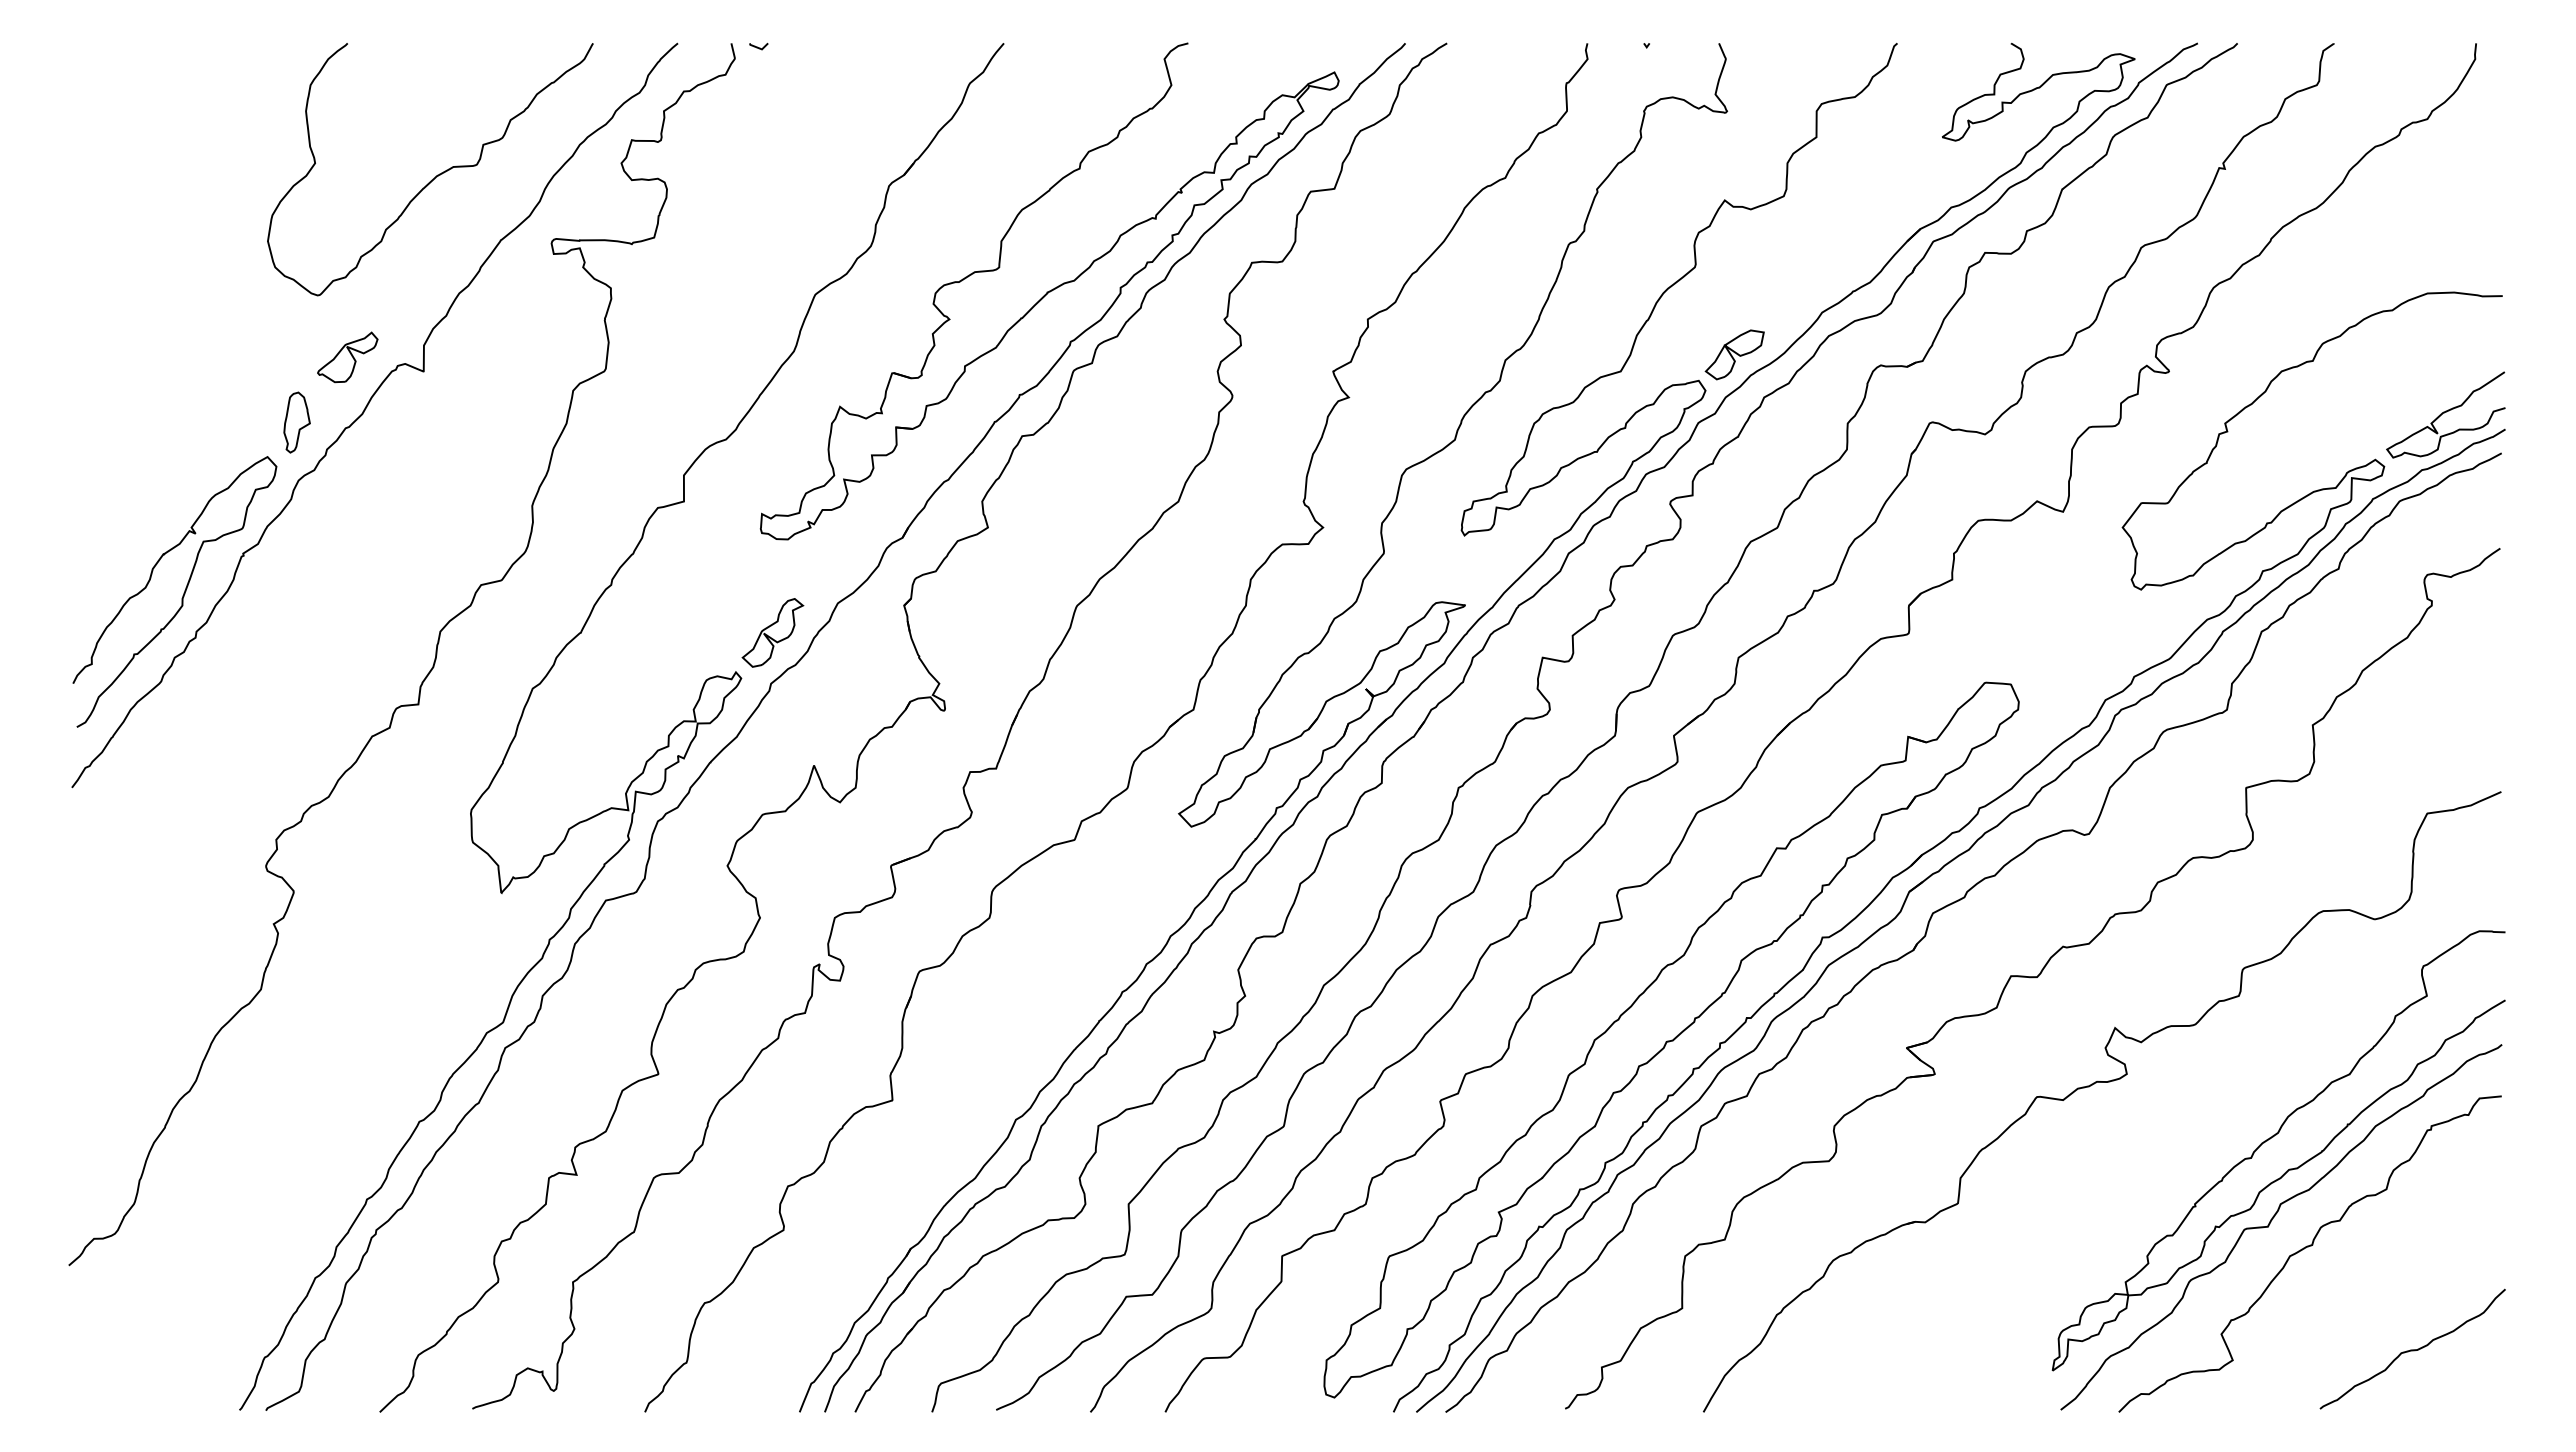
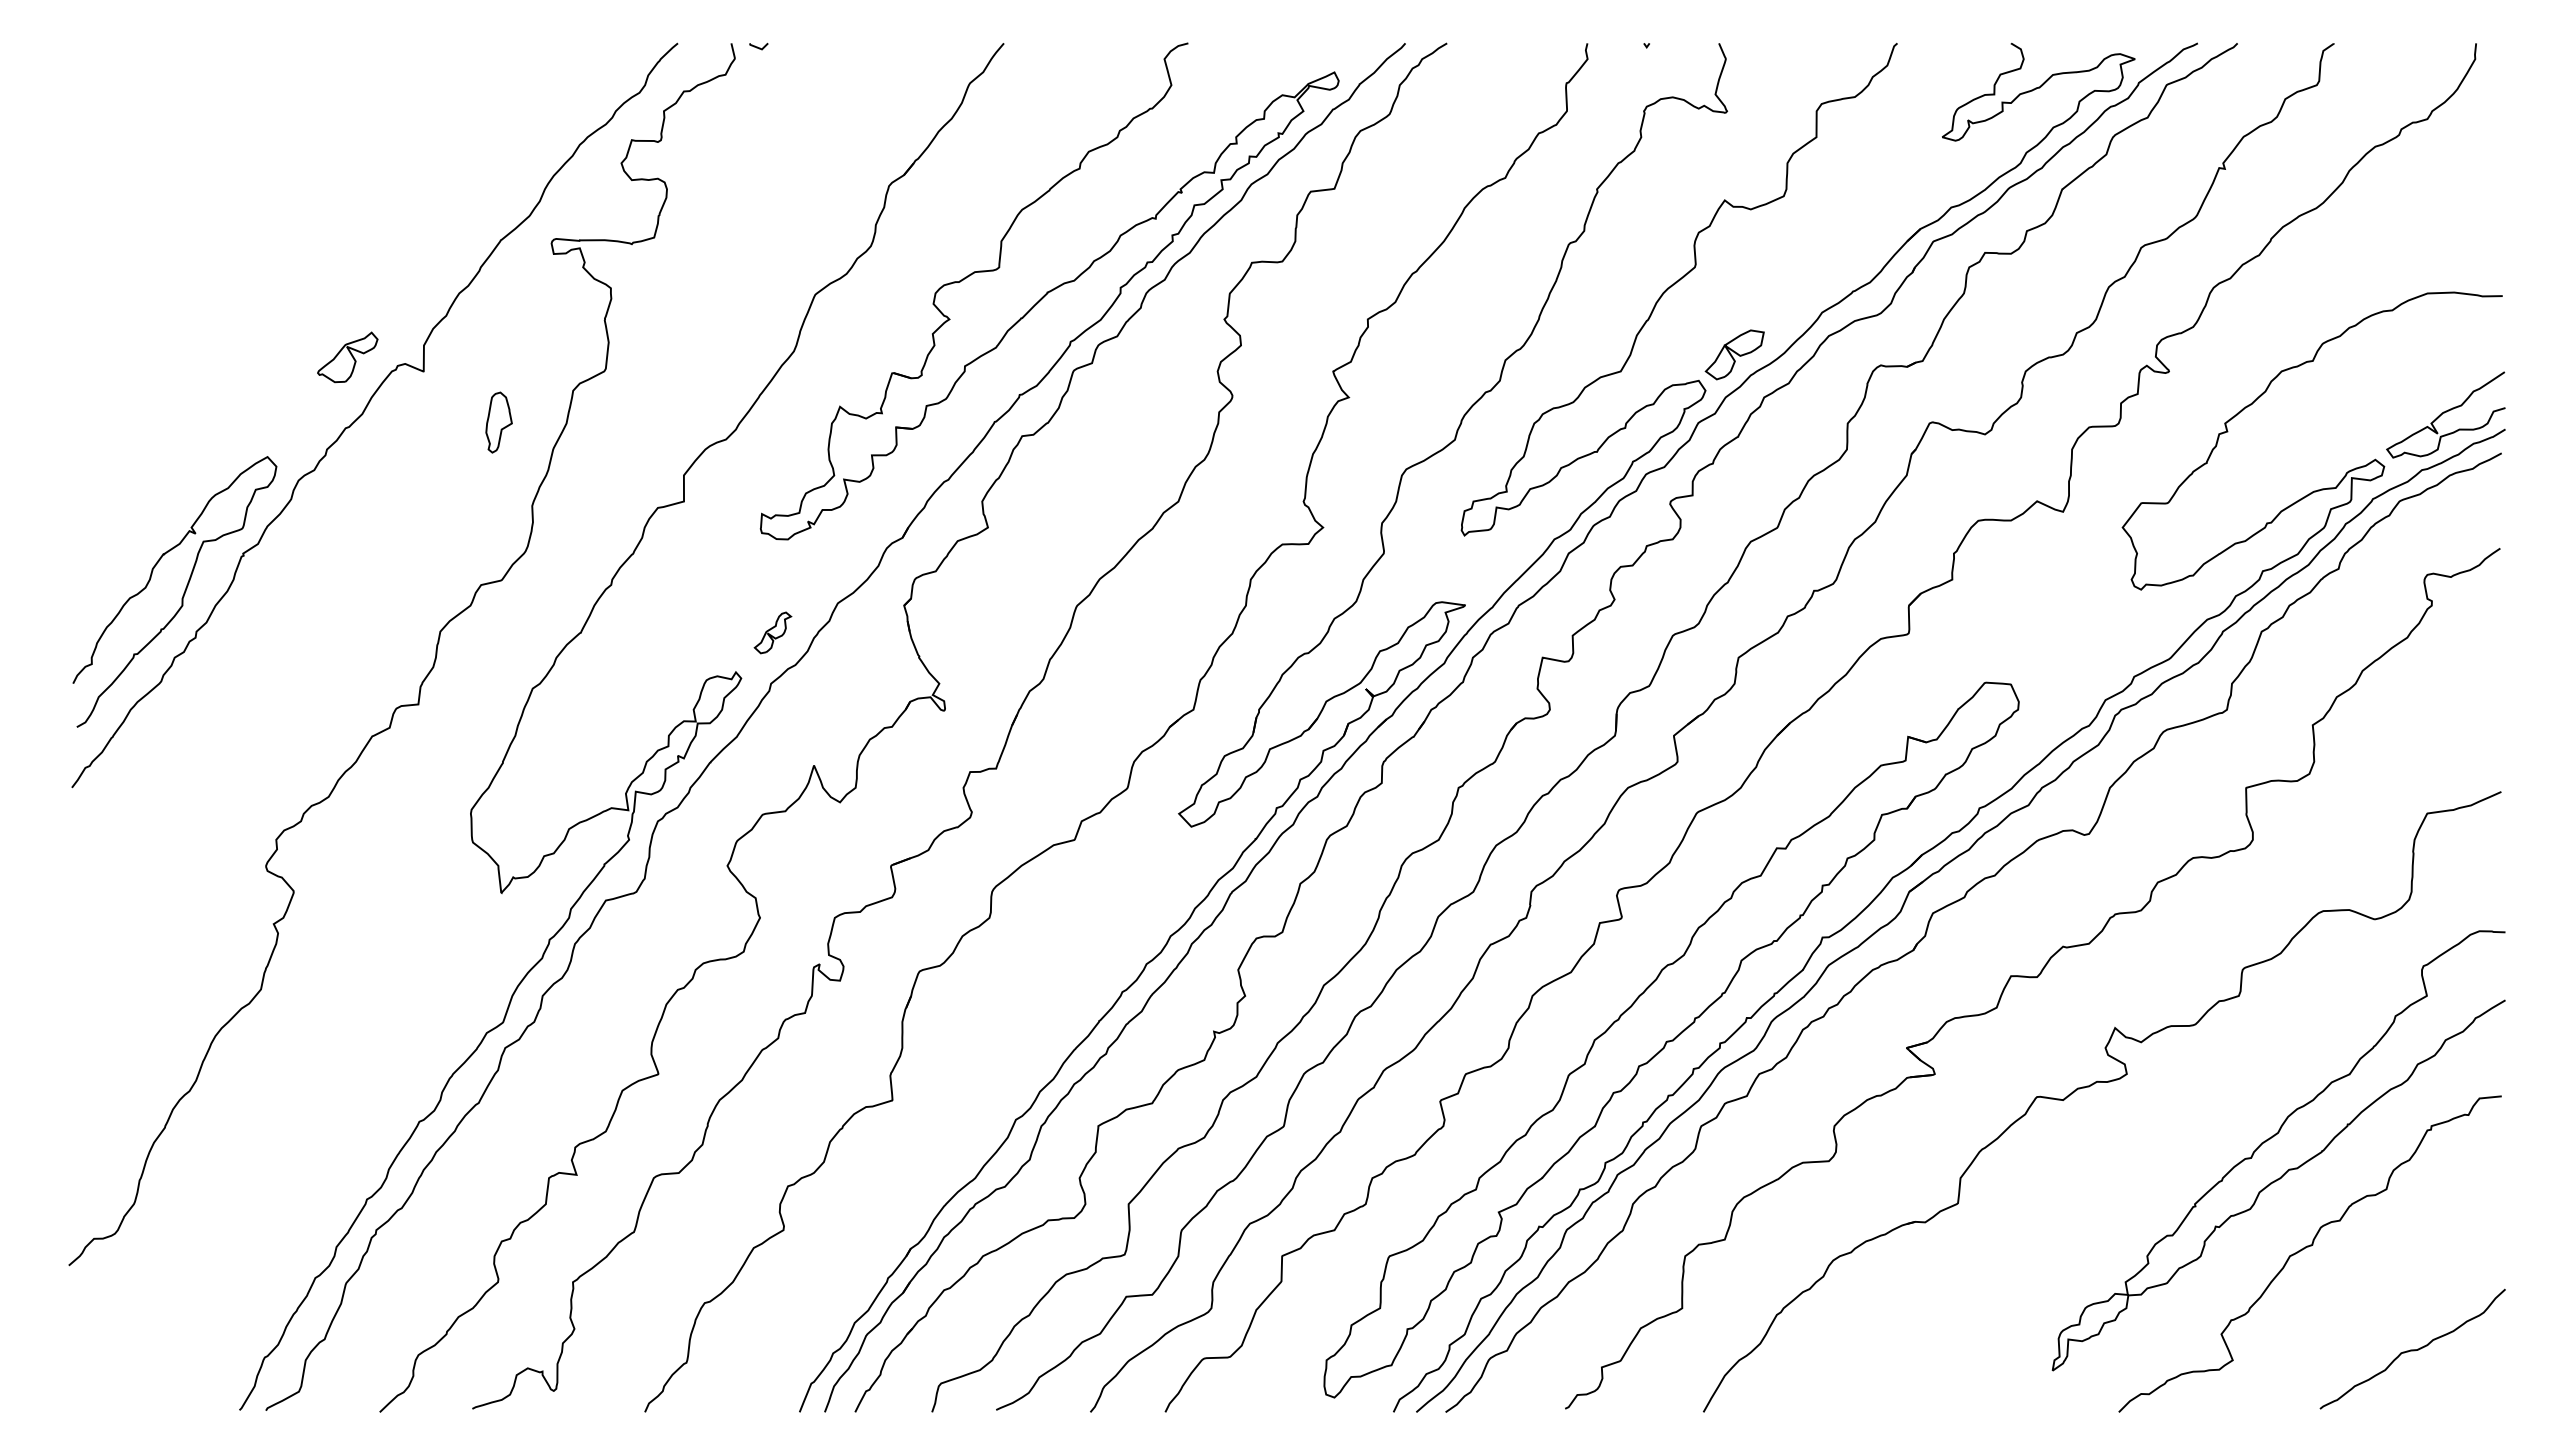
curve at (436, 175): present -> none
part at (296, 422) position: (296, 422) -> (498, 422)
part at (772, 632) size: 64x70 px -> 40x44 px
curve at (2271, 1222): present -> none
